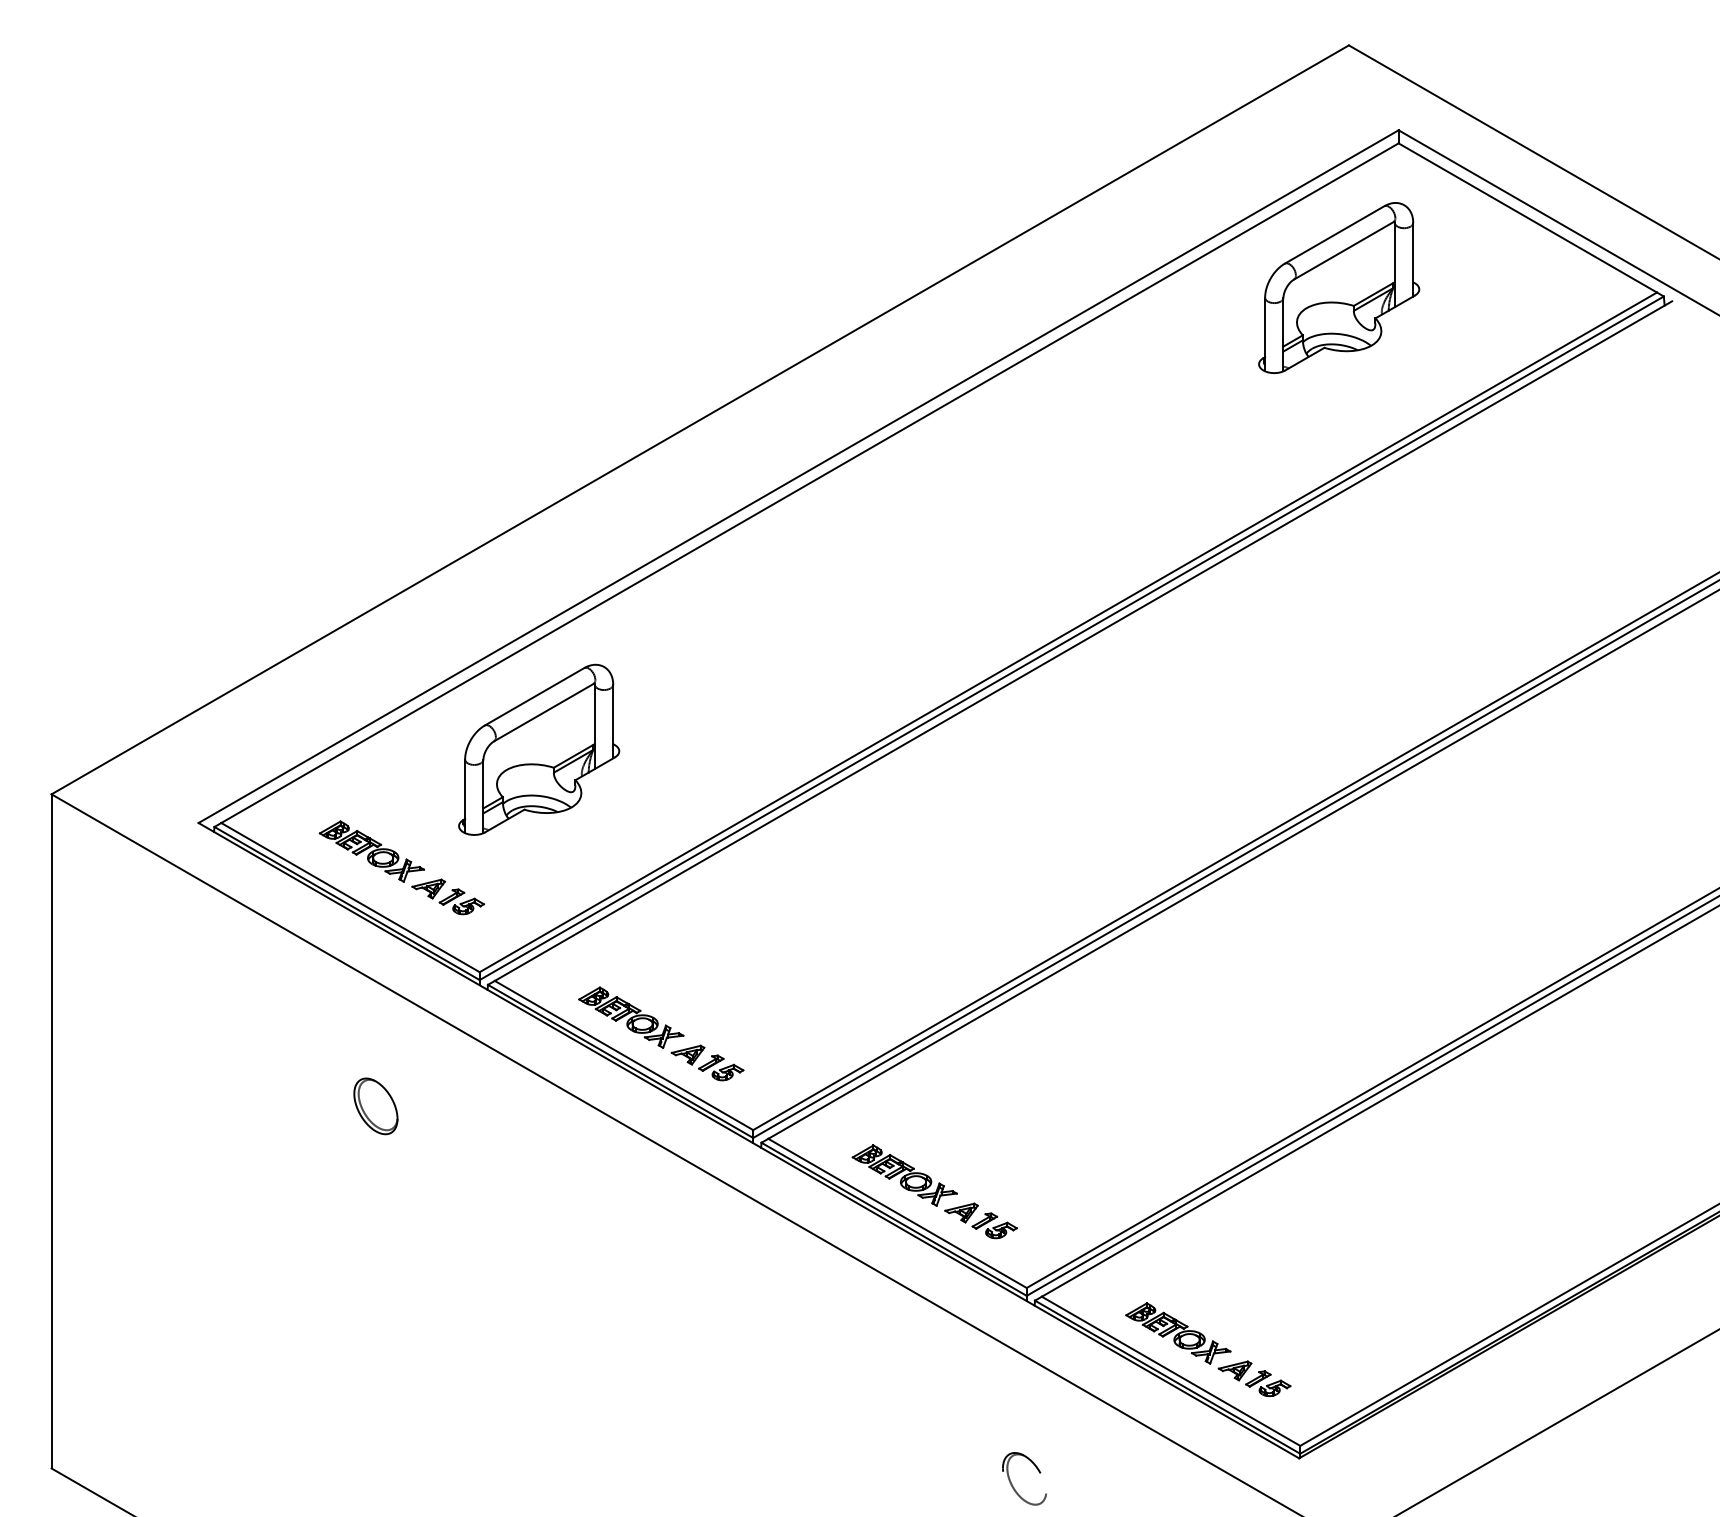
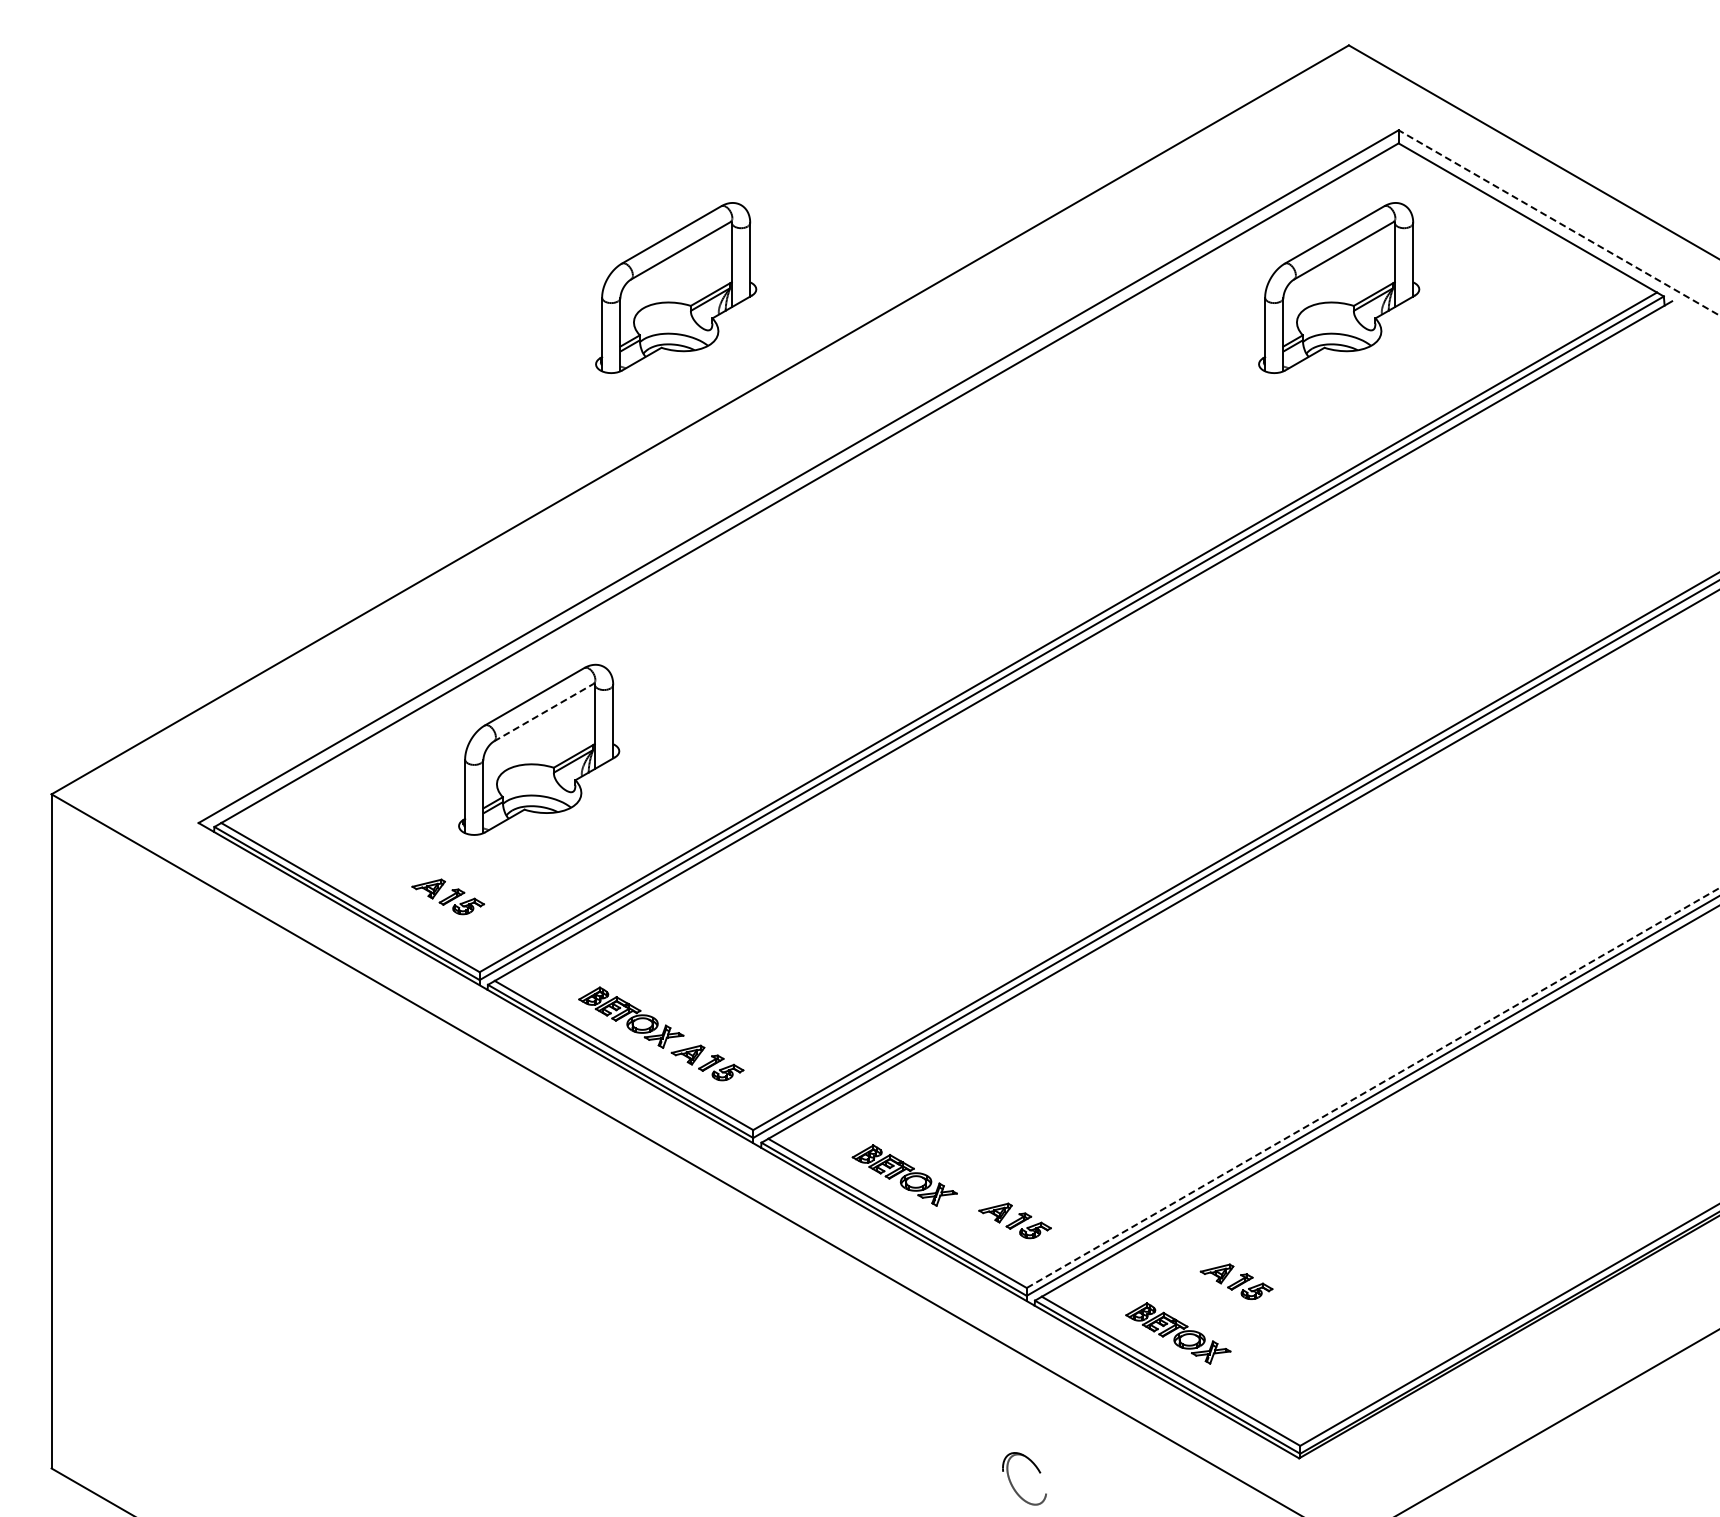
line at (1558, 222): solid -> dashed
part at (676, 287): none -> present
line at (544, 712): solid -> dashed
part at (371, 851): present -> none
line at (1373, 1088): solid -> dashed
part at (375, 1106): present -> none
part at (980, 1220) position: (980, 1220) -> (1014, 1220)
part at (1254, 1378) position: (1254, 1378) -> (1236, 1281)
